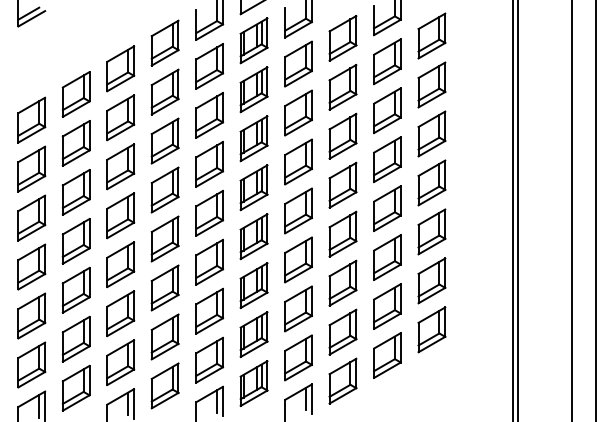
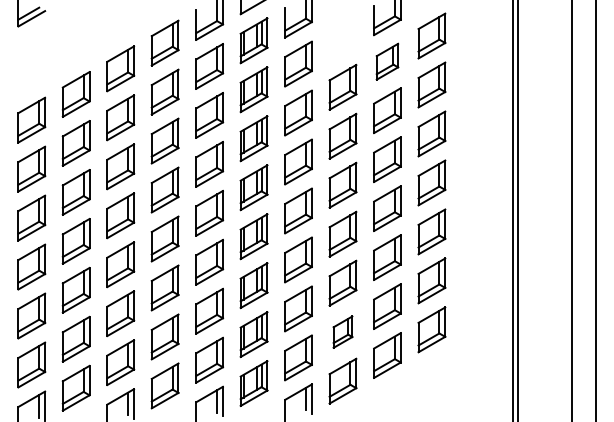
part at (342, 38): present -> none
part at (387, 61) size: 29x48 px -> 25x39 px
part at (342, 331) size: 30x48 px -> 22x34 px
